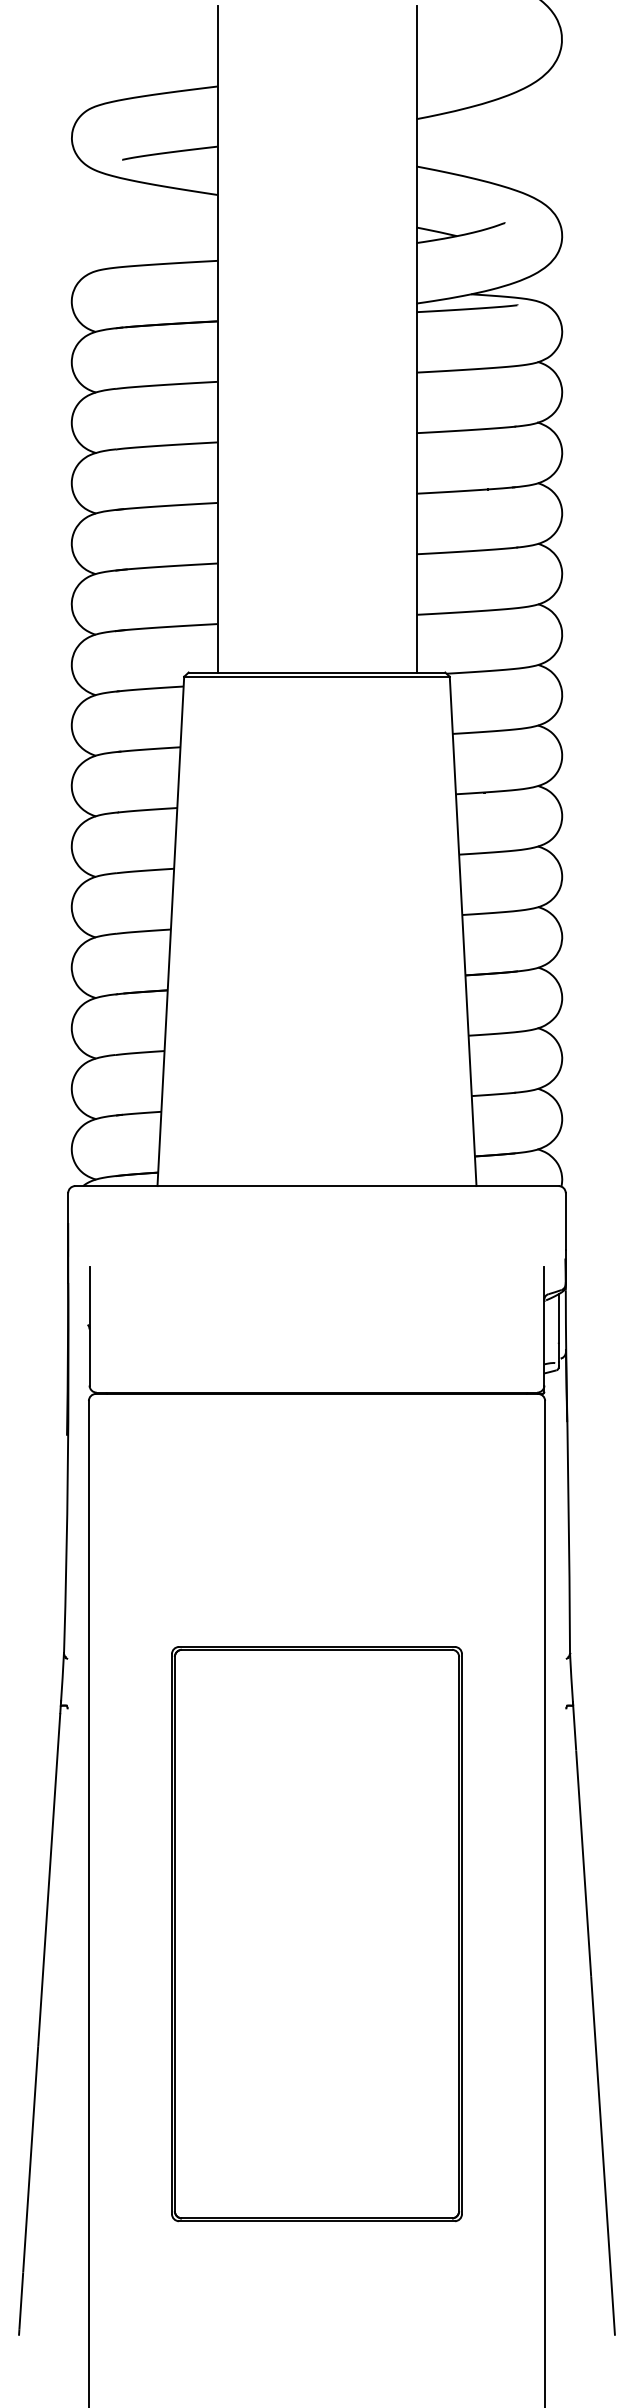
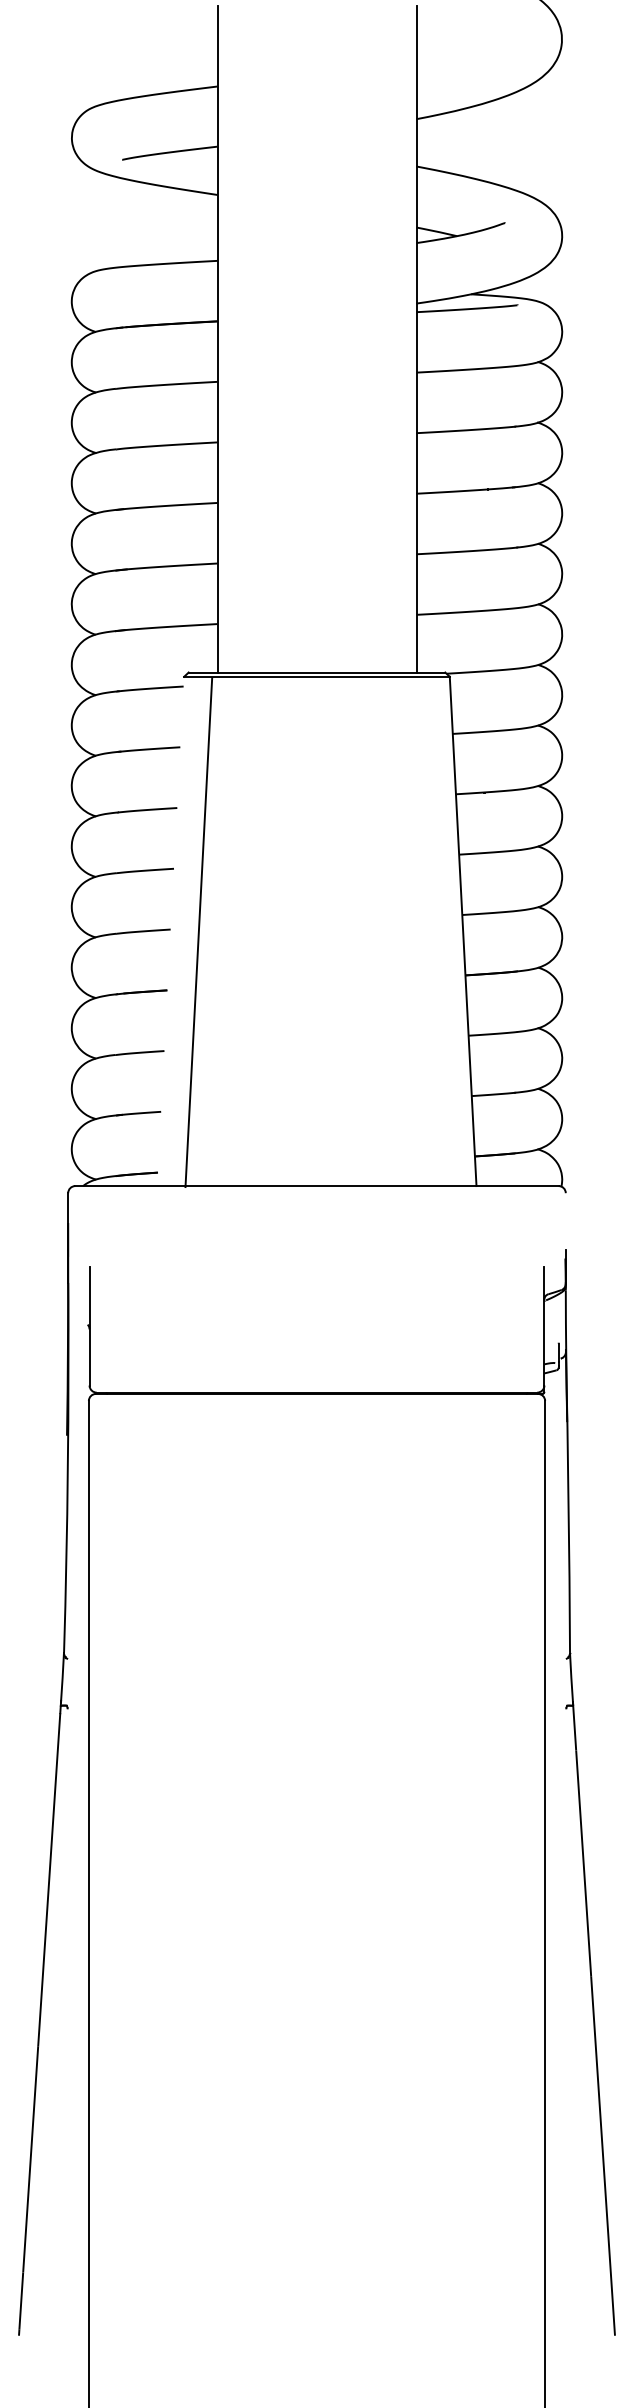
line at (170, 931) position: (170, 931) -> (198, 932)
line at (565, 1221): present -> none
line at (558, 1318): present -> none
part at (316, 1934): present -> none
